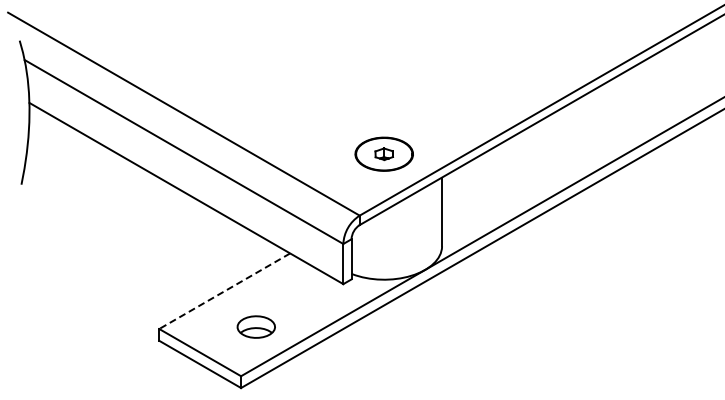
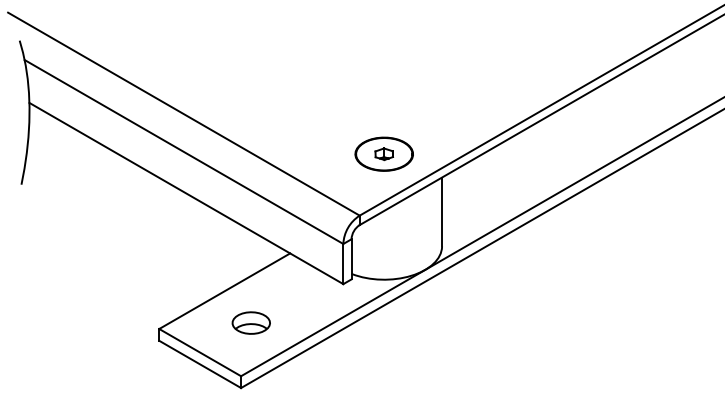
line at (224, 291): dashed -> solid
part at (255, 326) position: (255, 326) -> (250, 322)
